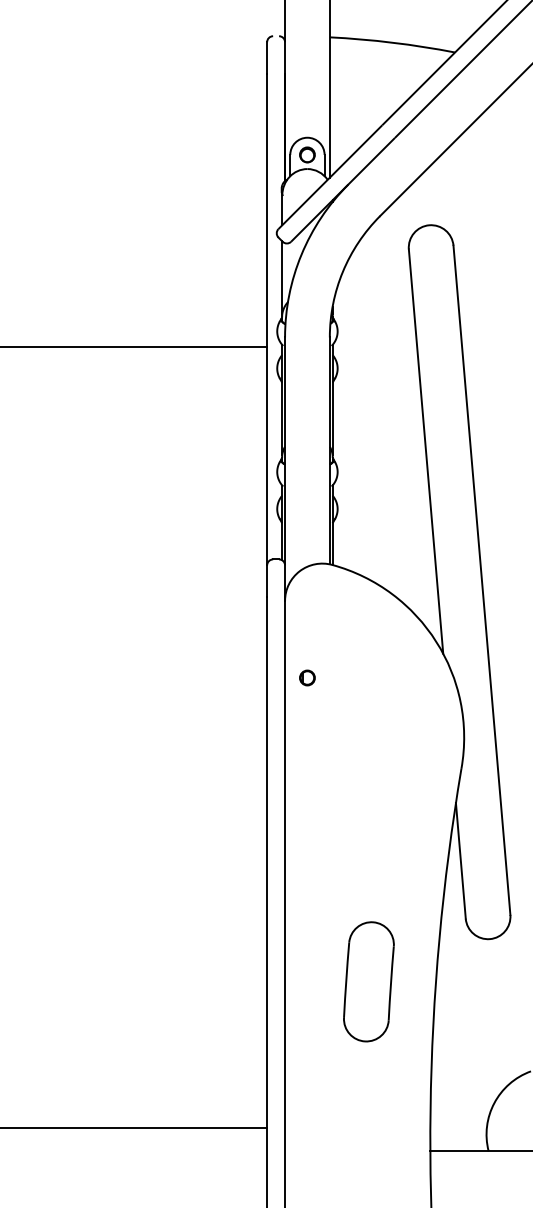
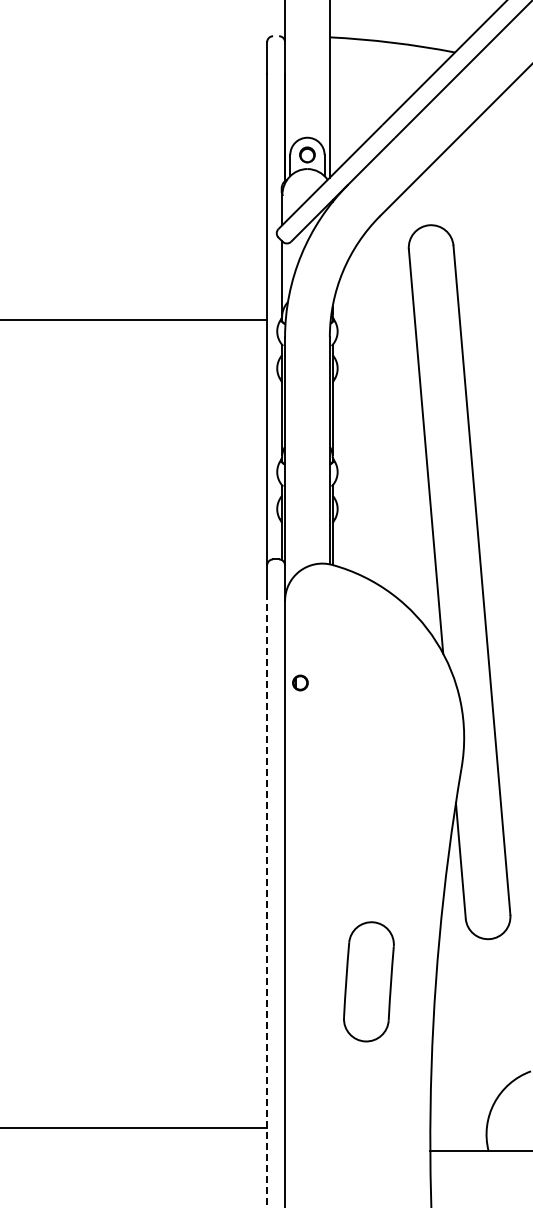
line at (134, 347) position: (134, 347) -> (134, 320)
part at (307, 677) position: (307, 677) -> (300, 682)
line at (267, 901): solid -> dashed
